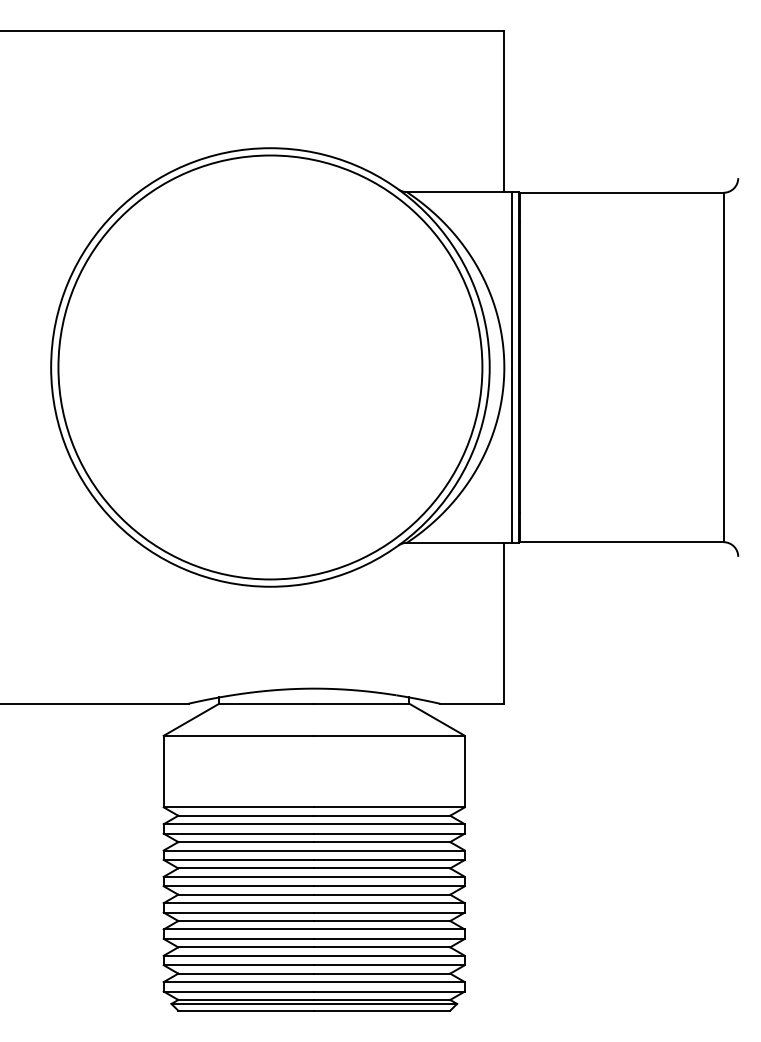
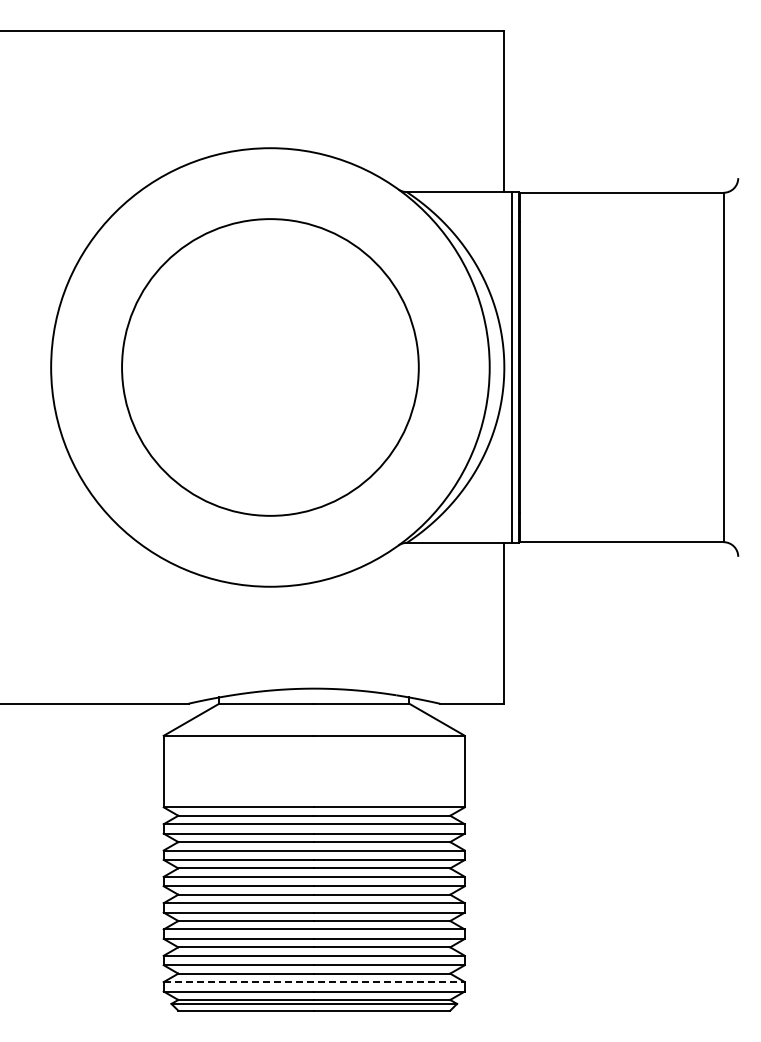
circle at (270, 367) diameter: 424 px -> 297 px
line at (314, 982): solid -> dashed
